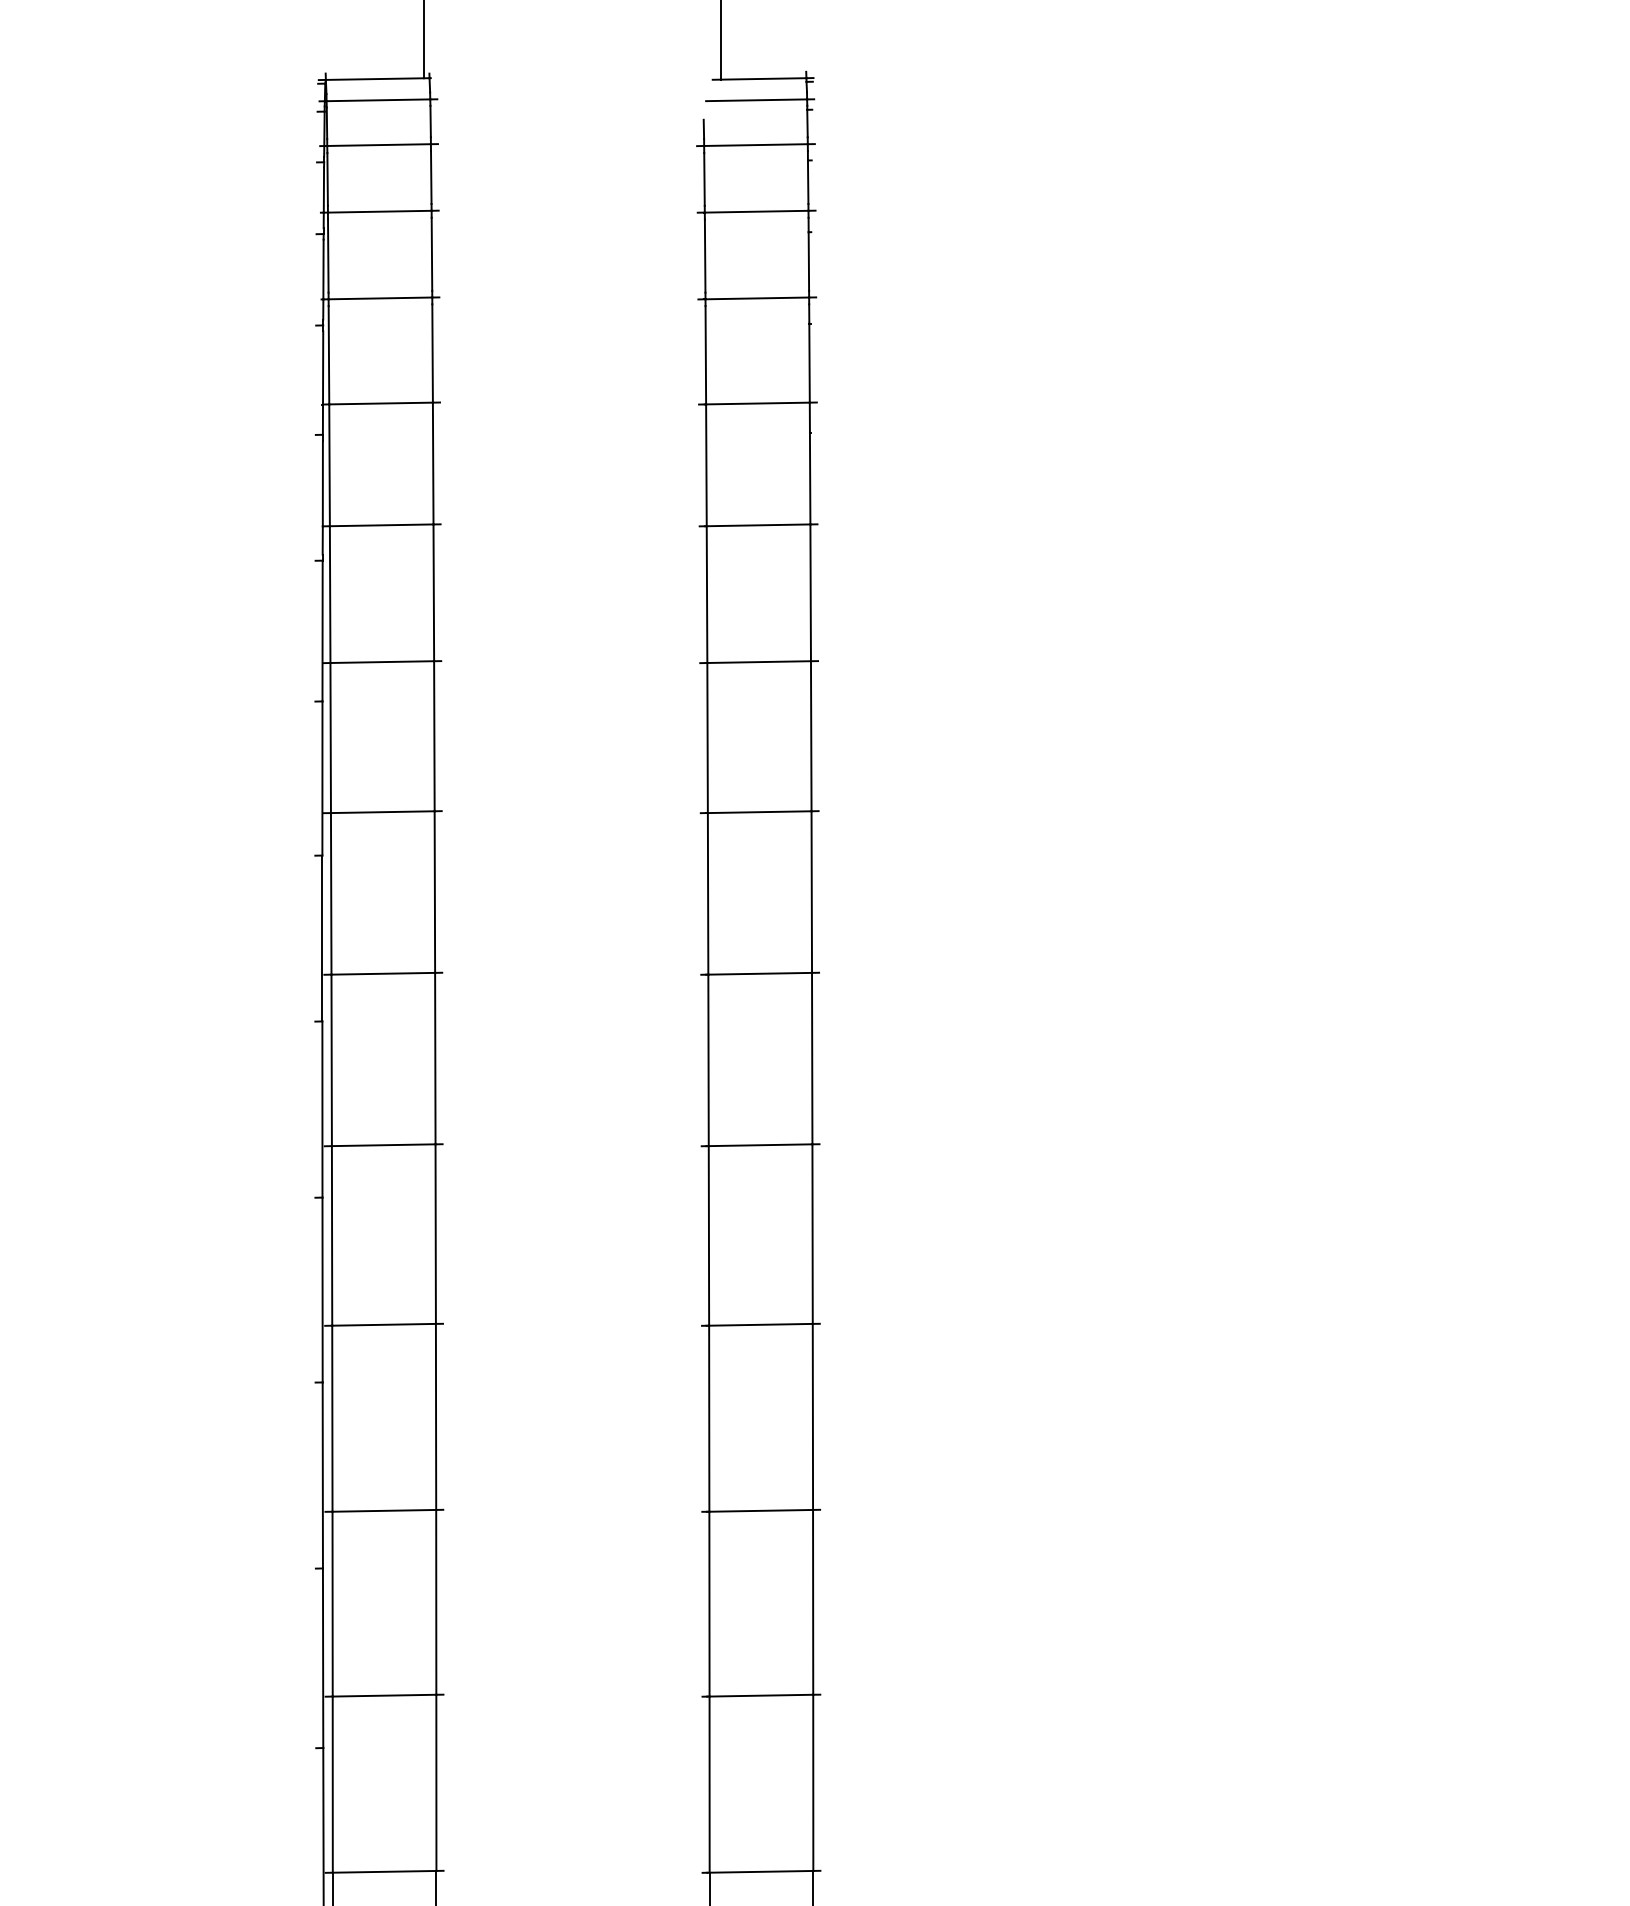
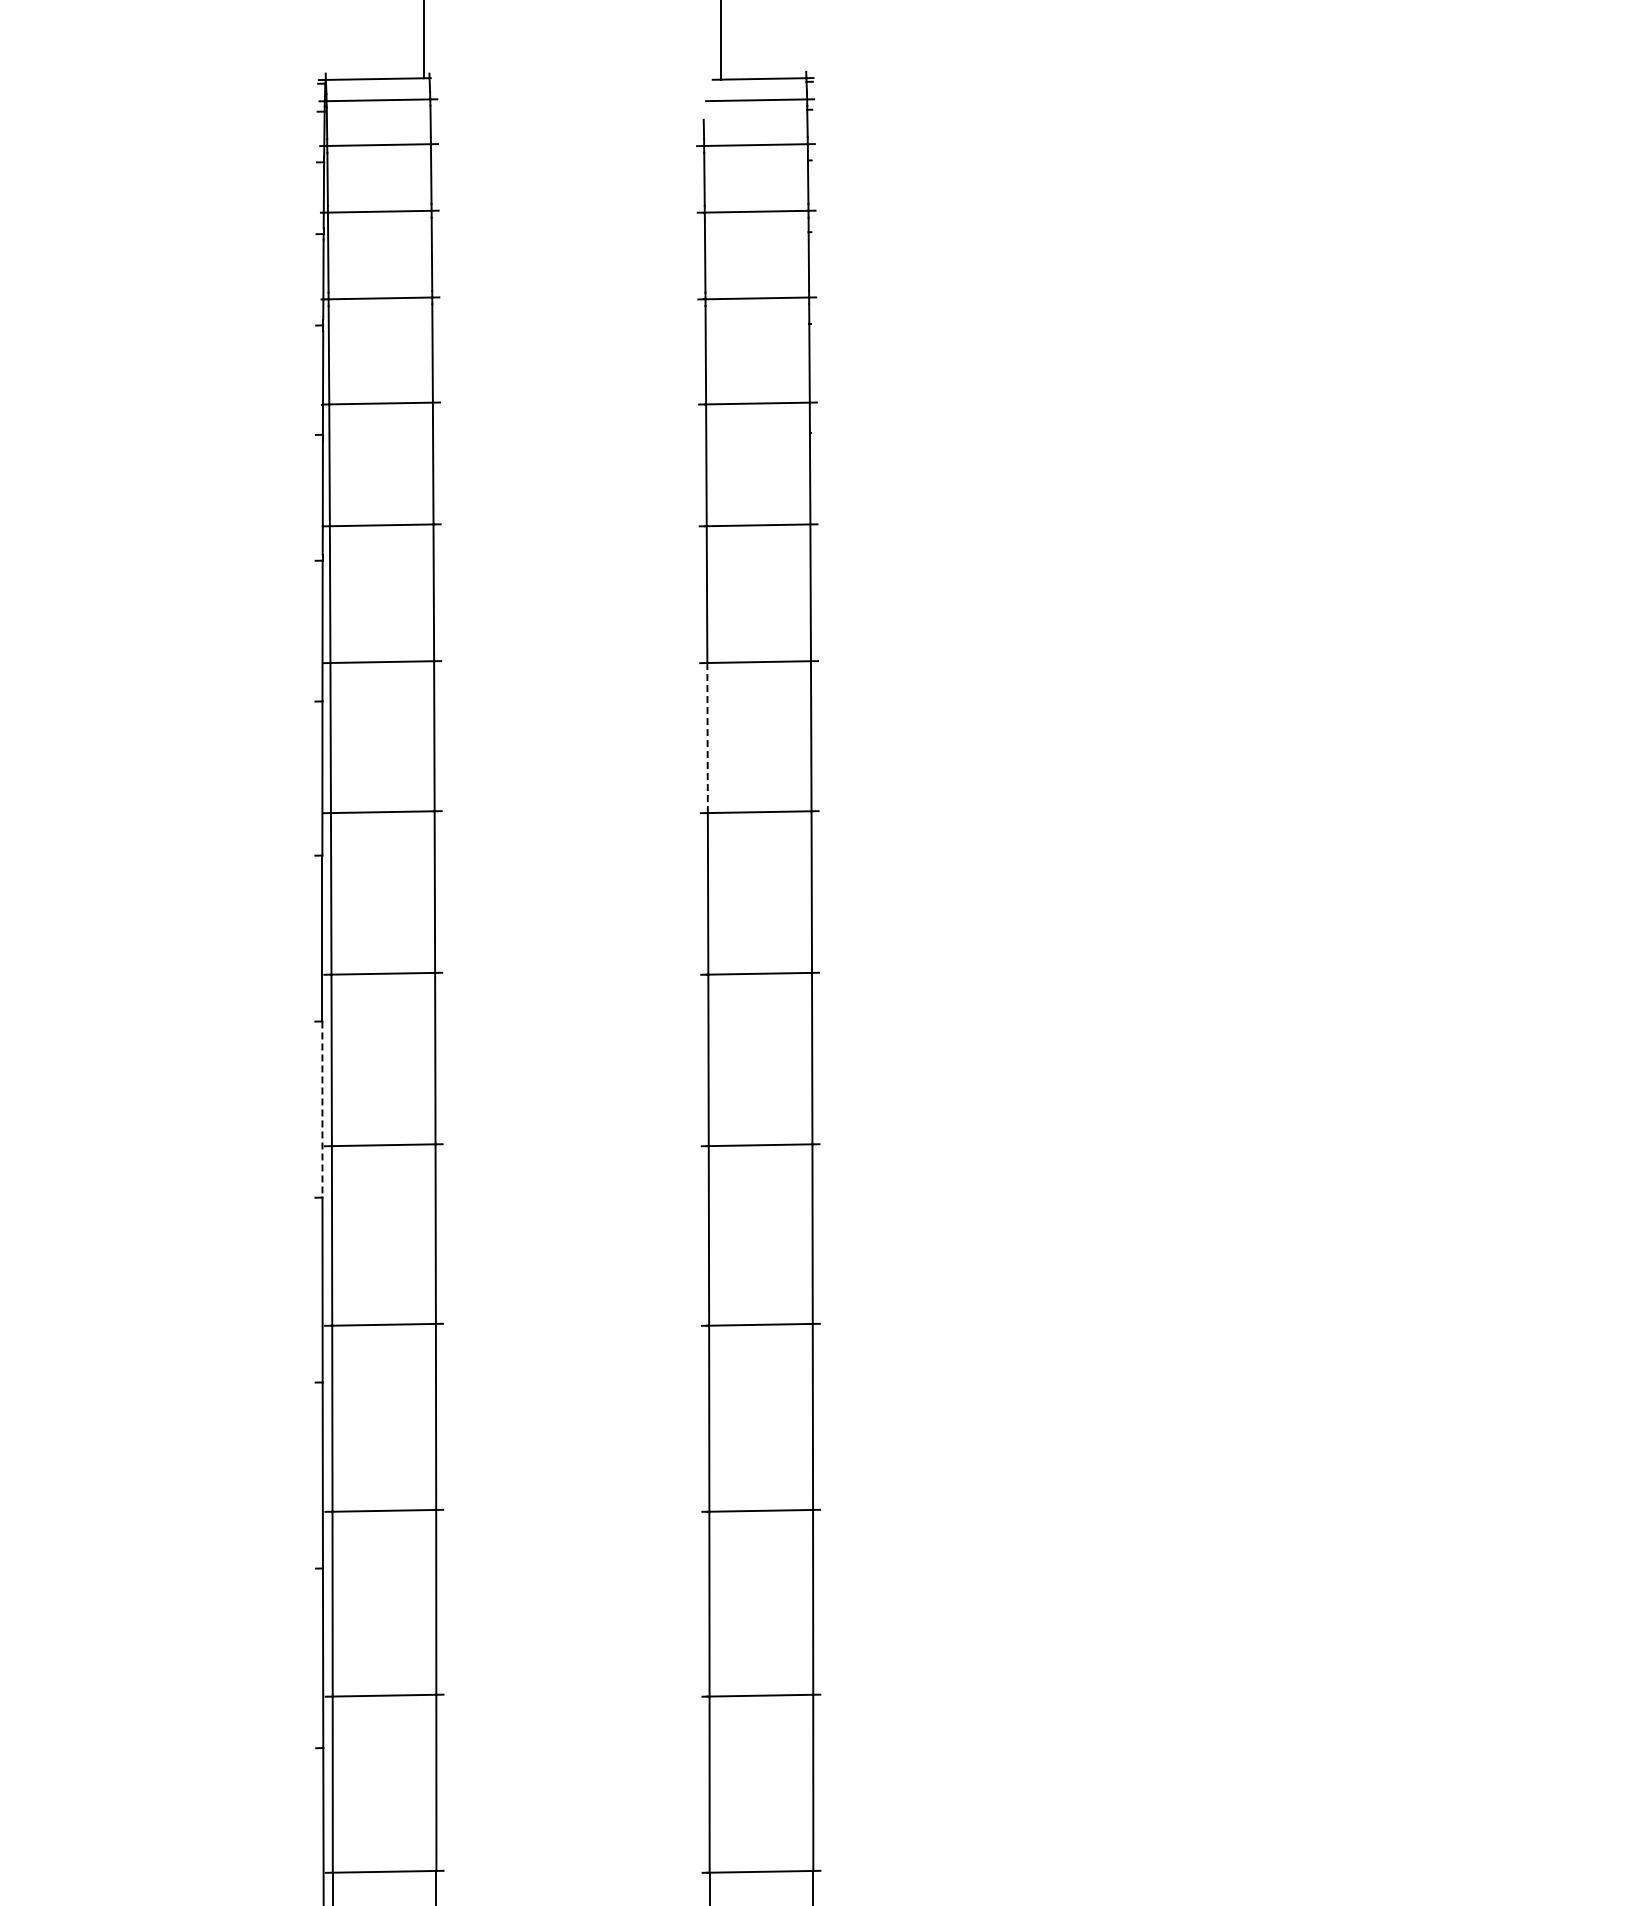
line at (707, 737): solid -> dashed
line at (322, 1110): solid -> dashed
